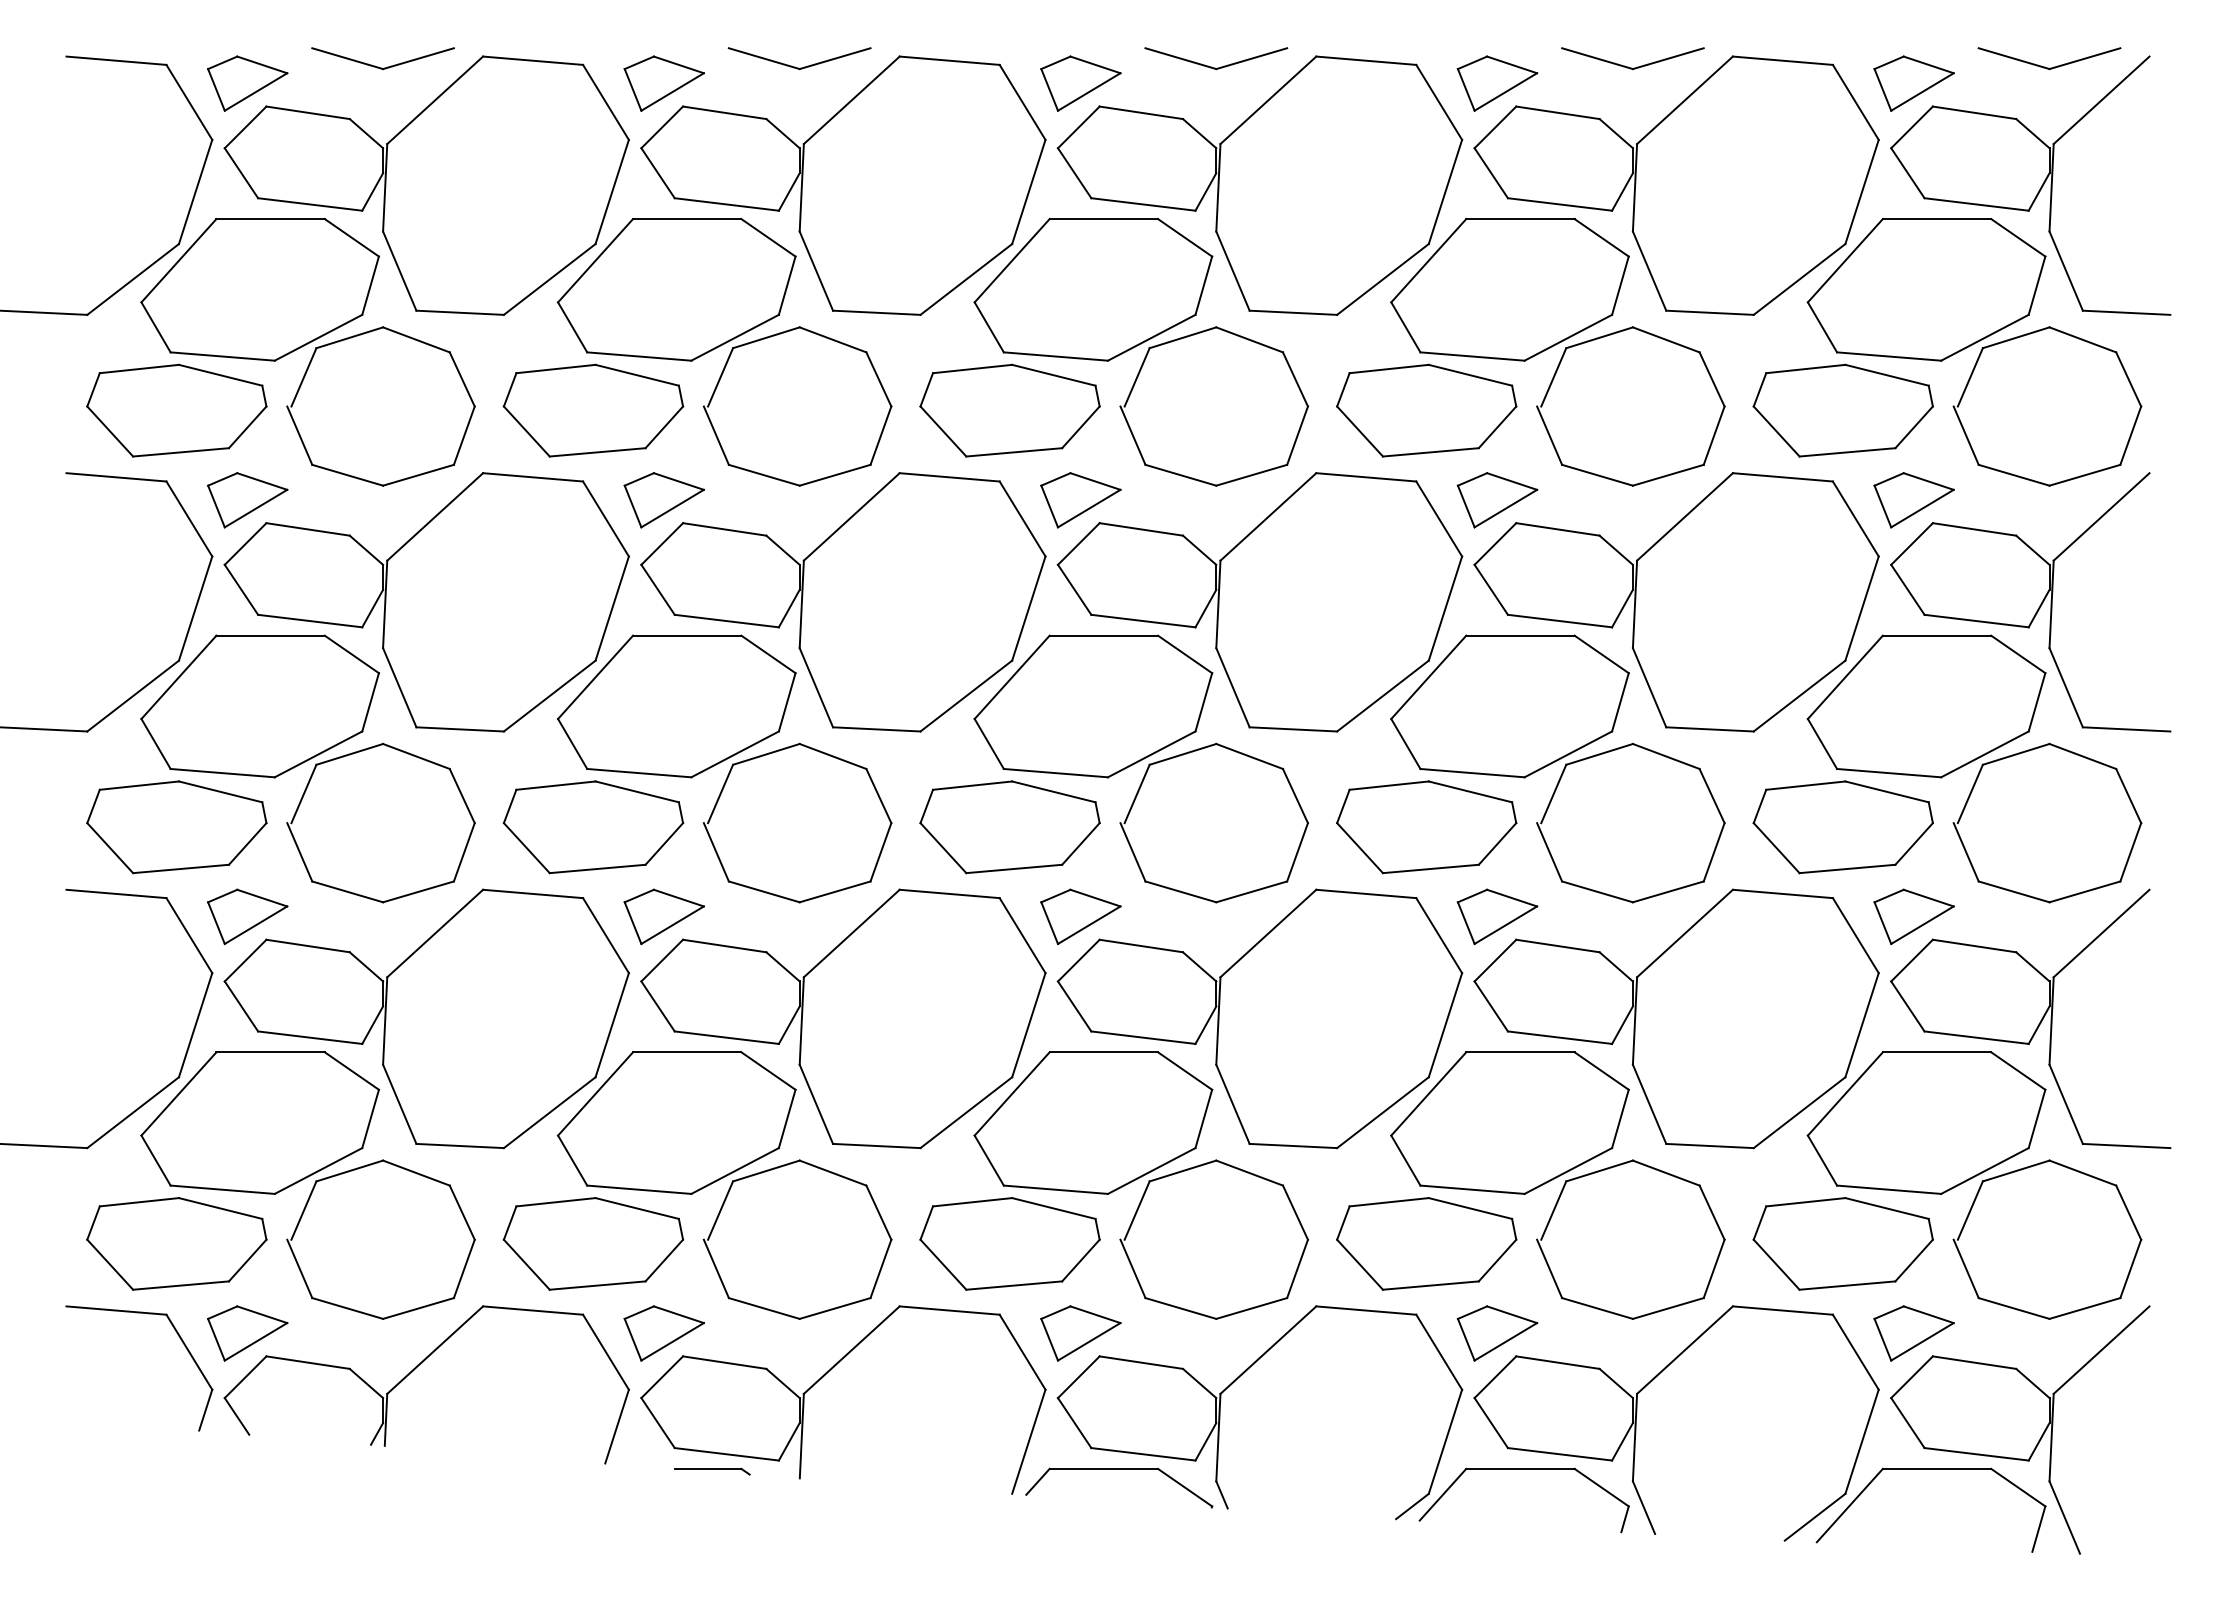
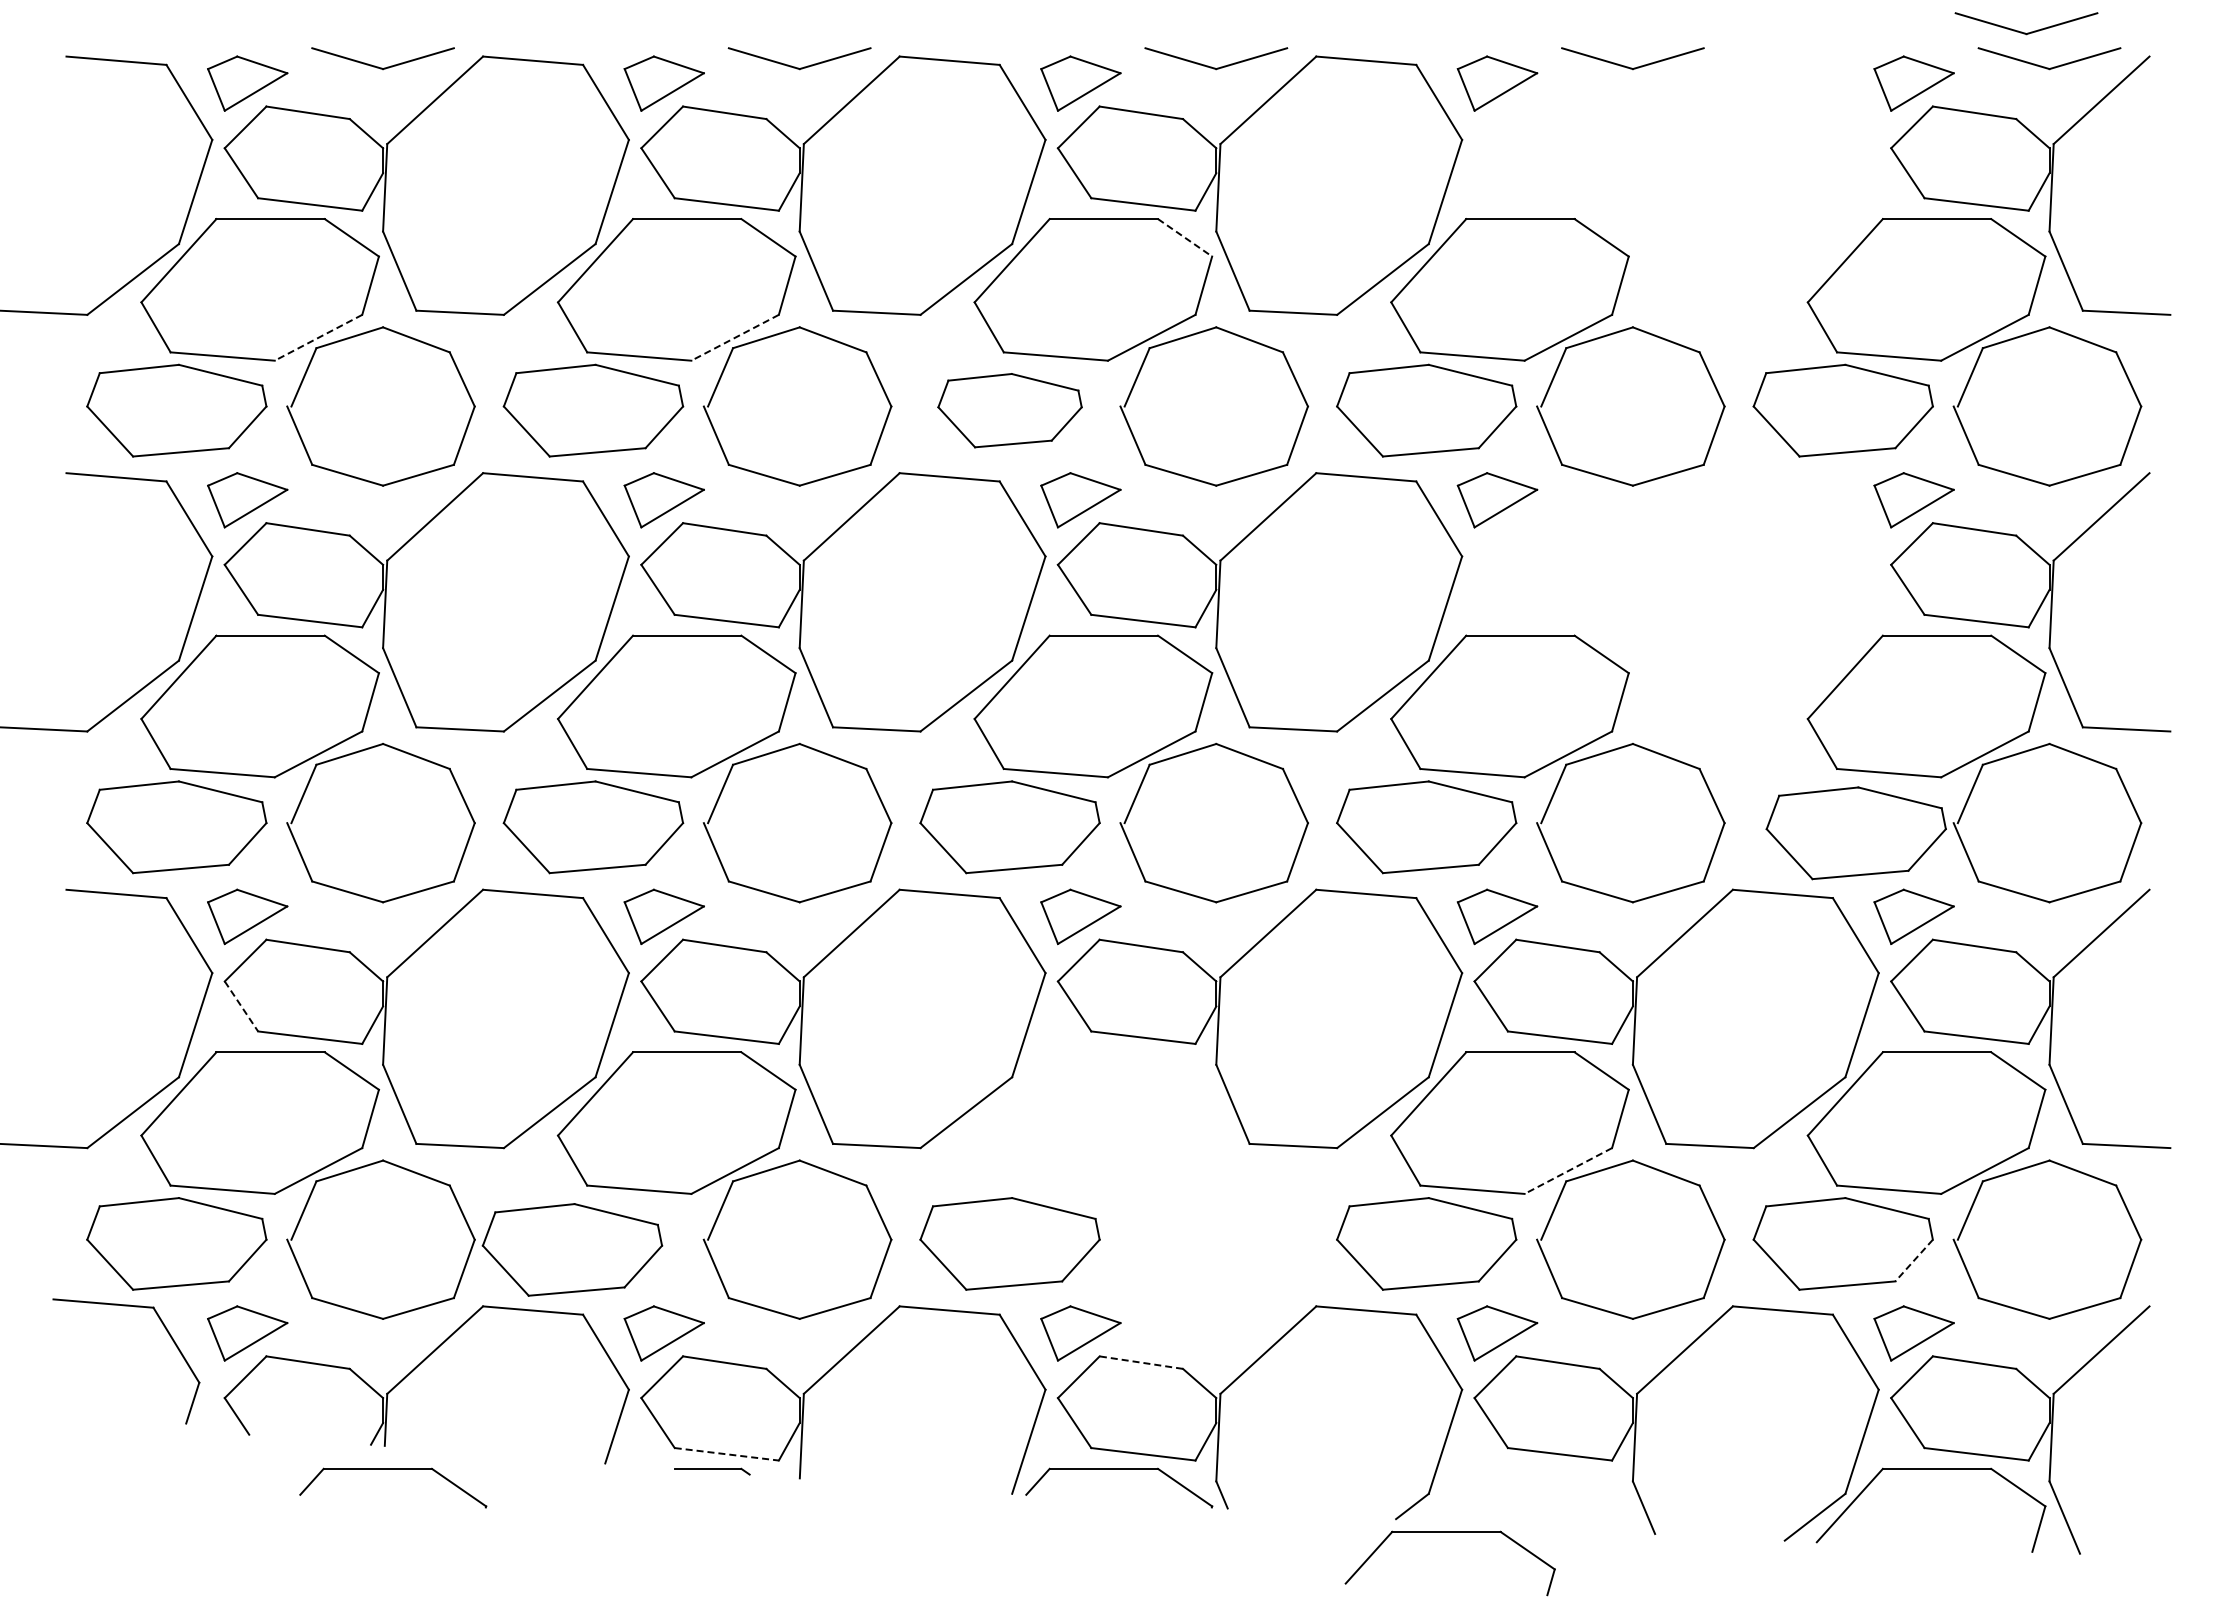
part at (2022, 31): none -> present
part at (1676, 185): present -> none
line at (1185, 237): solid -> dashed
line at (318, 338): solid -> dashed
line at (734, 338): solid -> dashed
part at (1009, 410) size: 182x95 px -> 146x76 px
part at (1676, 602): present -> none
part at (1842, 827) position: (1842, 827) -> (1855, 833)
line at (241, 1006): solid -> dashed
line at (1567, 1171): solid -> dashed
part at (1140, 1185): present -> none
part at (593, 1243) position: (593, 1243) -> (572, 1249)
line at (1913, 1260): solid -> dashed
part at (182, 1343) position: (182, 1343) -> (169, 1336)
line at (1140, 1362): solid -> dashed
line at (727, 1454): solid -> dashed
part at (393, 1469): none -> present
part at (1523, 1469) position: (1523, 1469) -> (1449, 1532)
